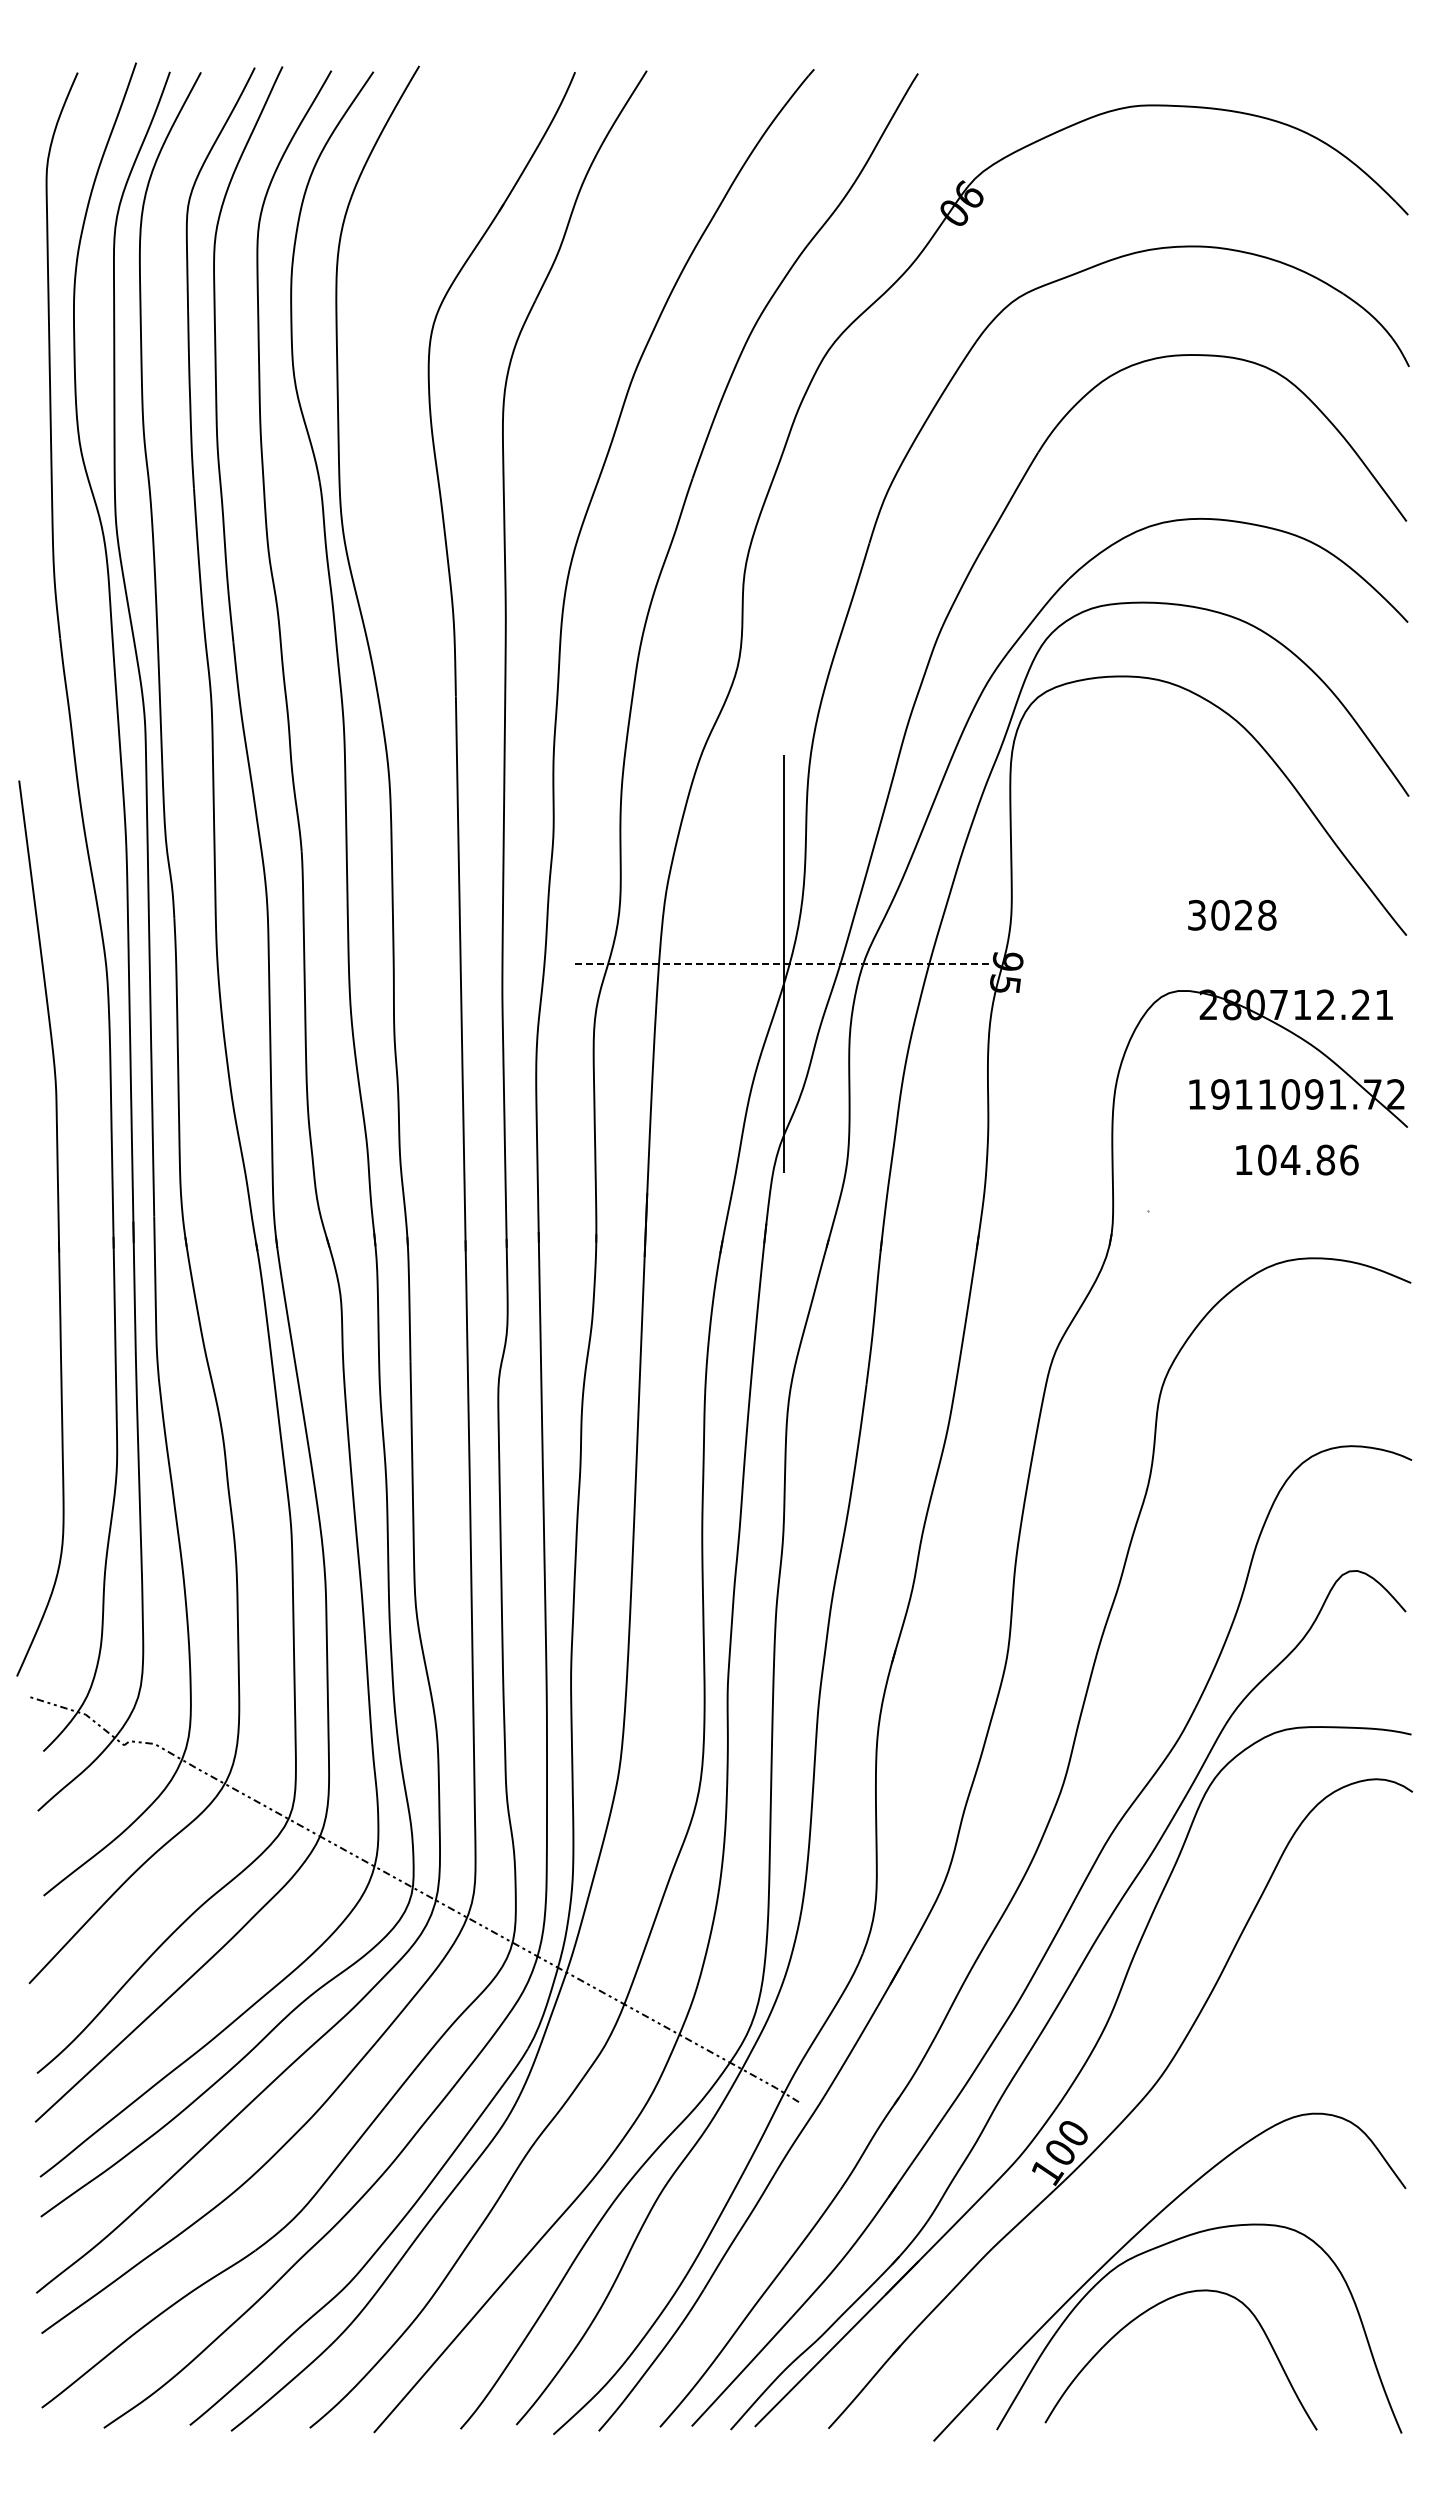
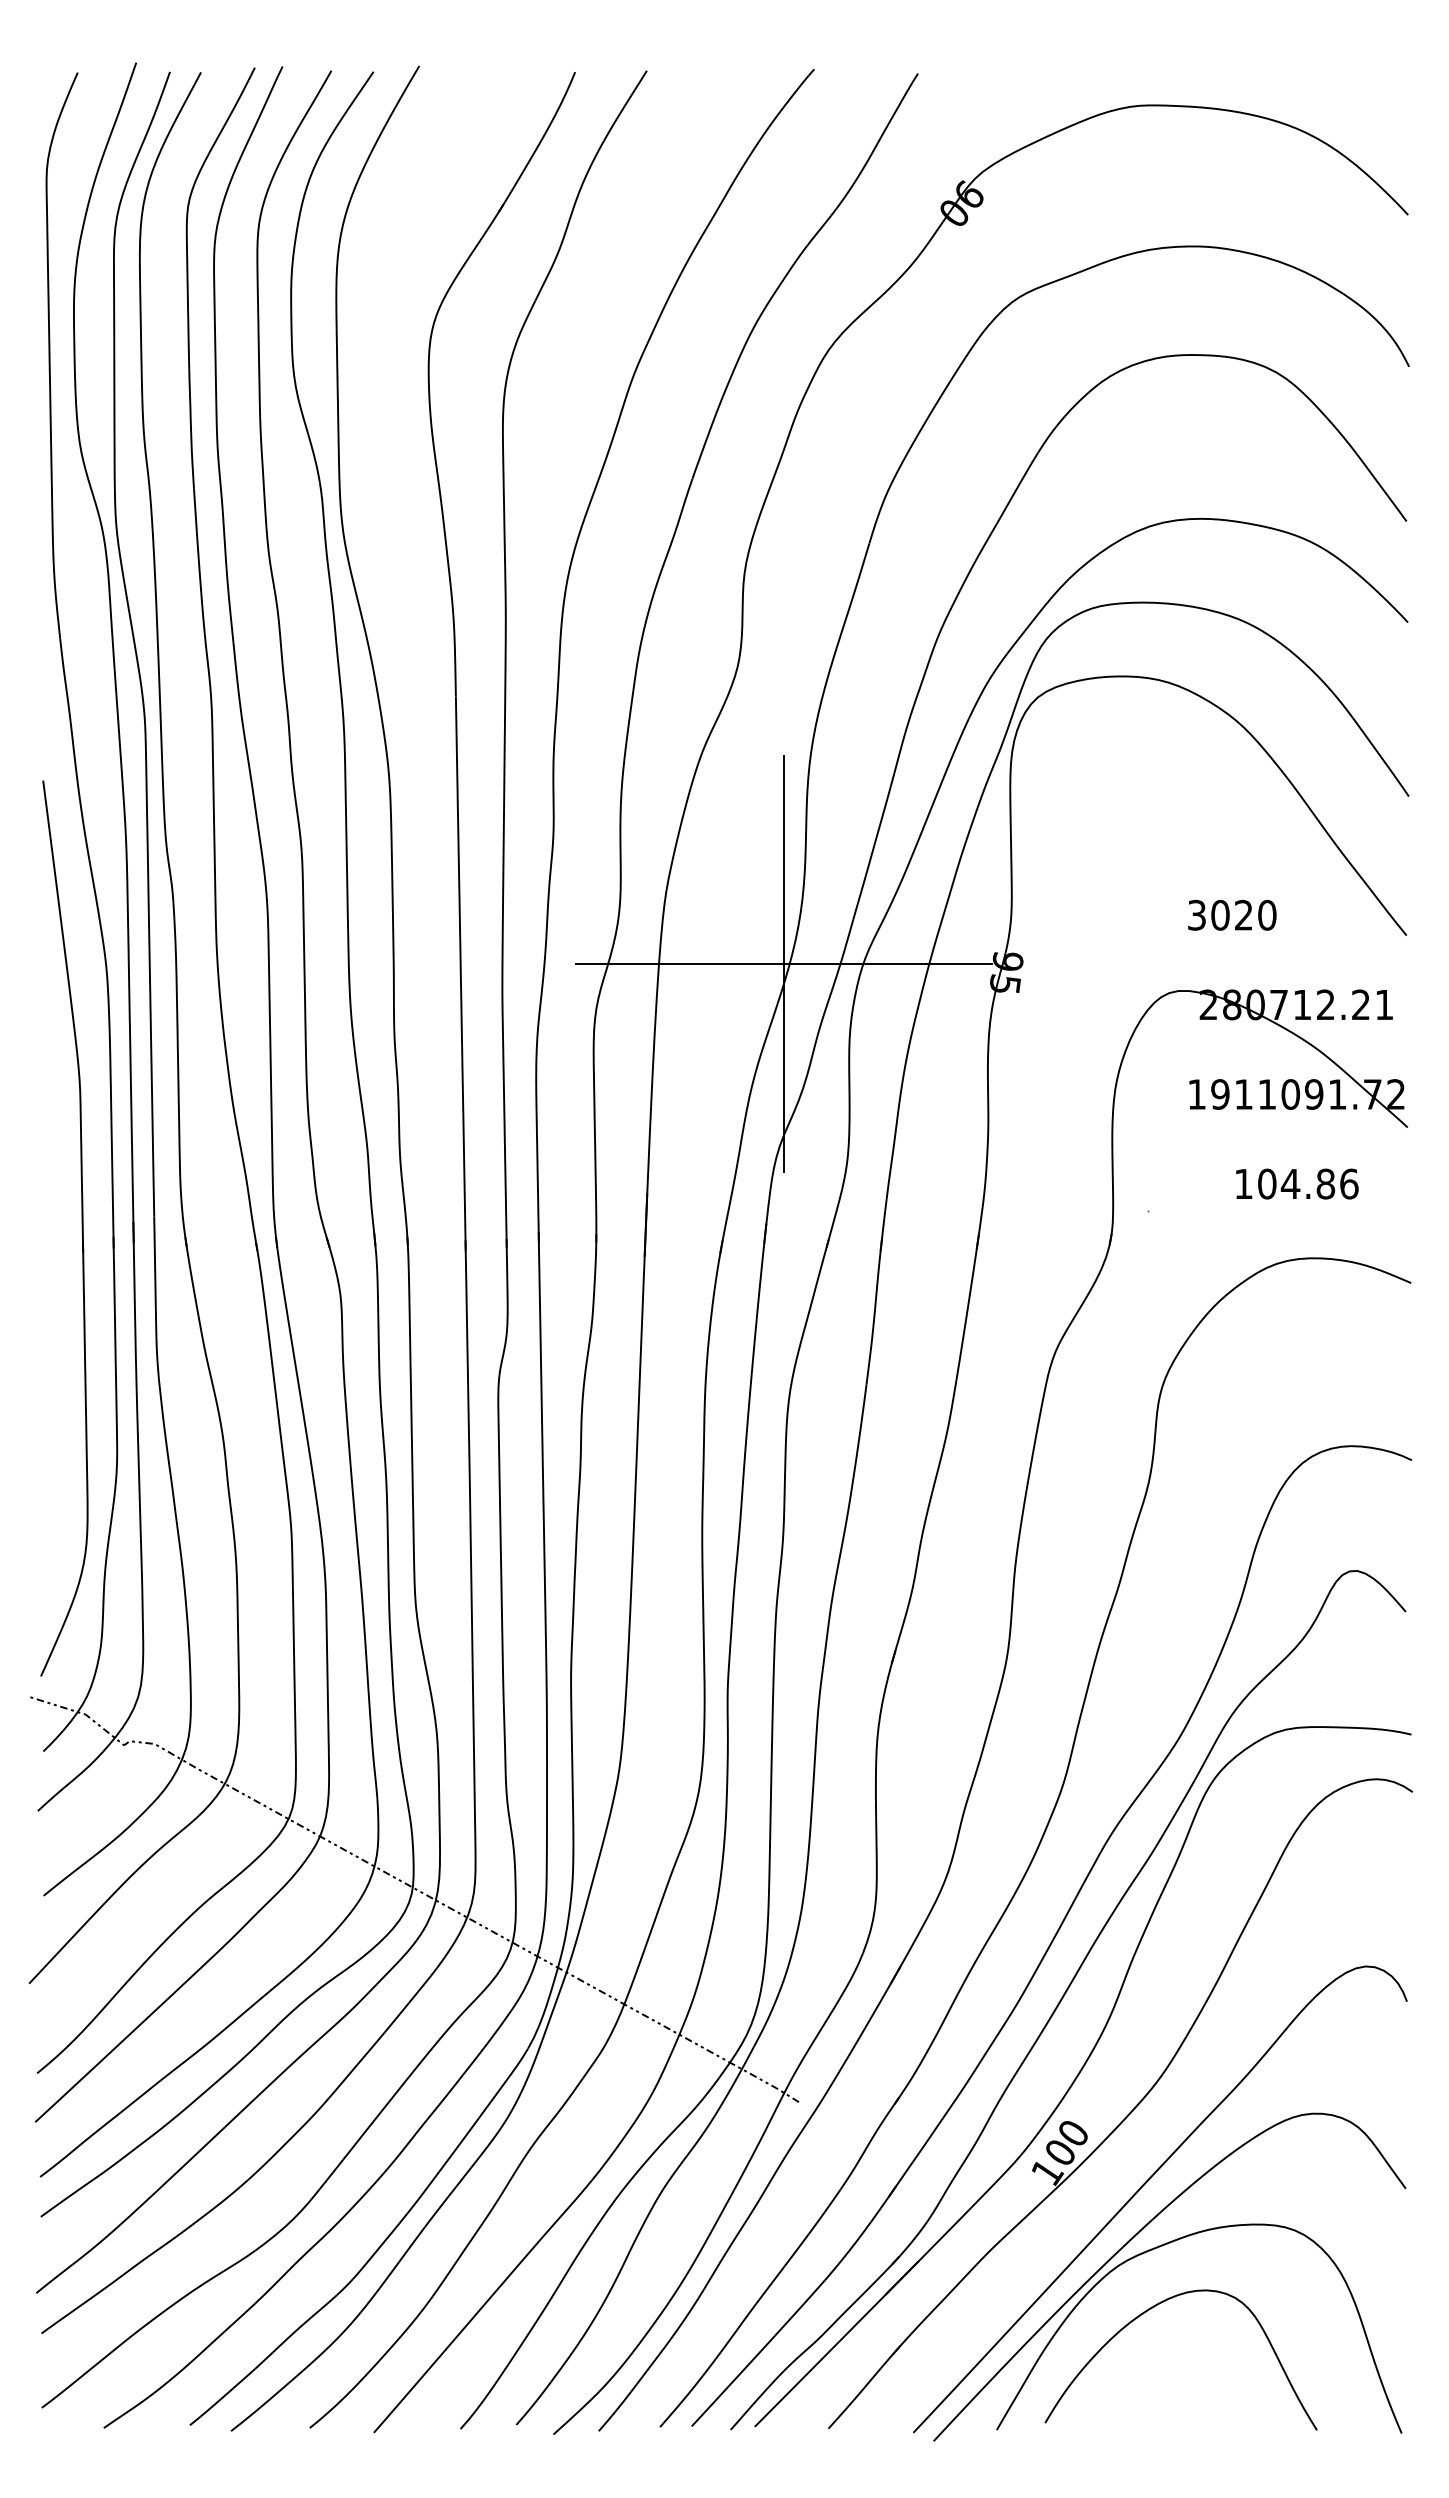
text at (1267, 915): 3028 -> 3020
line at (783, 964): dashed -> solid
text at (1297, 1159) position: (1297, 1159) -> (1297, 1183)
part at (57, 1228) position: (57, 1228) -> (81, 1228)
curve at (1145, 2184): none -> present
